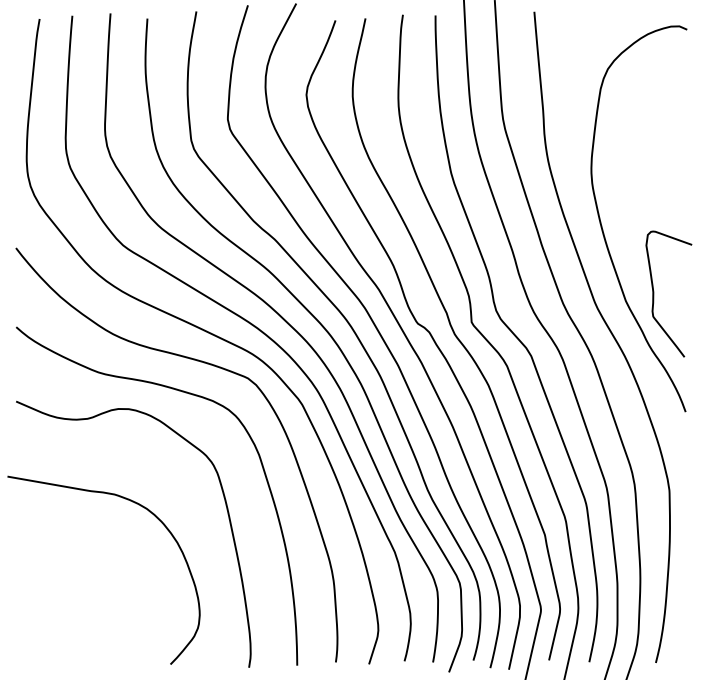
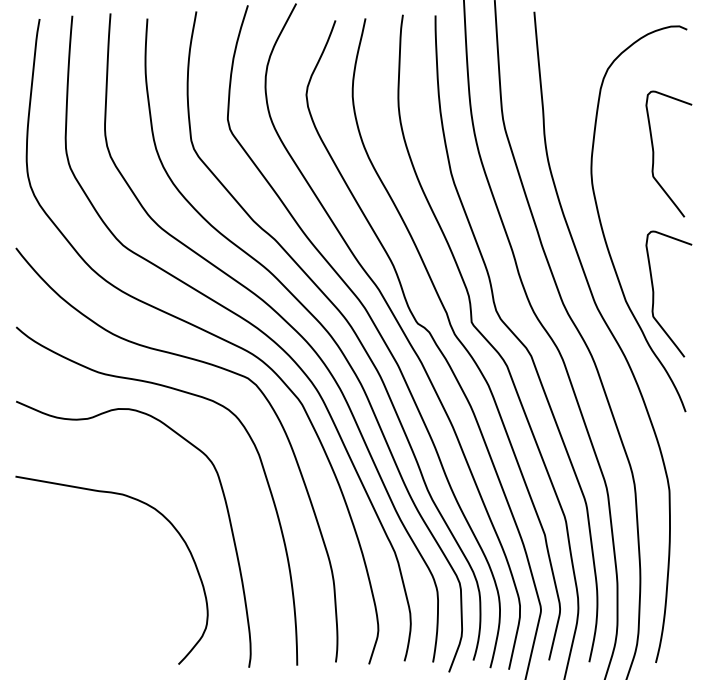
curve at (654, 153): none -> present
curve at (136, 504) position: (136, 504) -> (144, 504)
